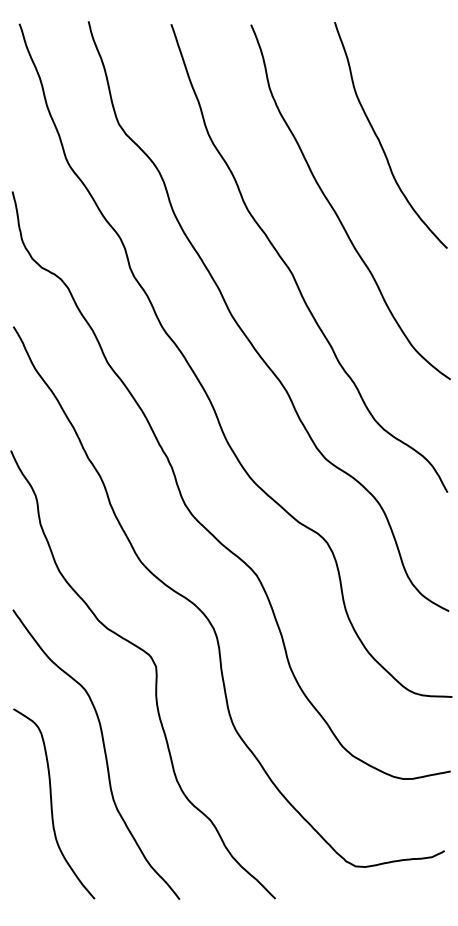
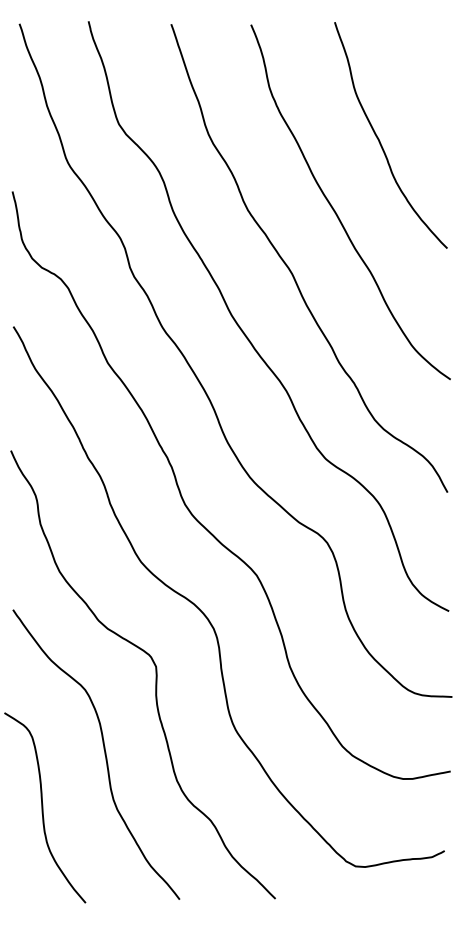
curve at (52, 803) position: (52, 803) -> (43, 807)
